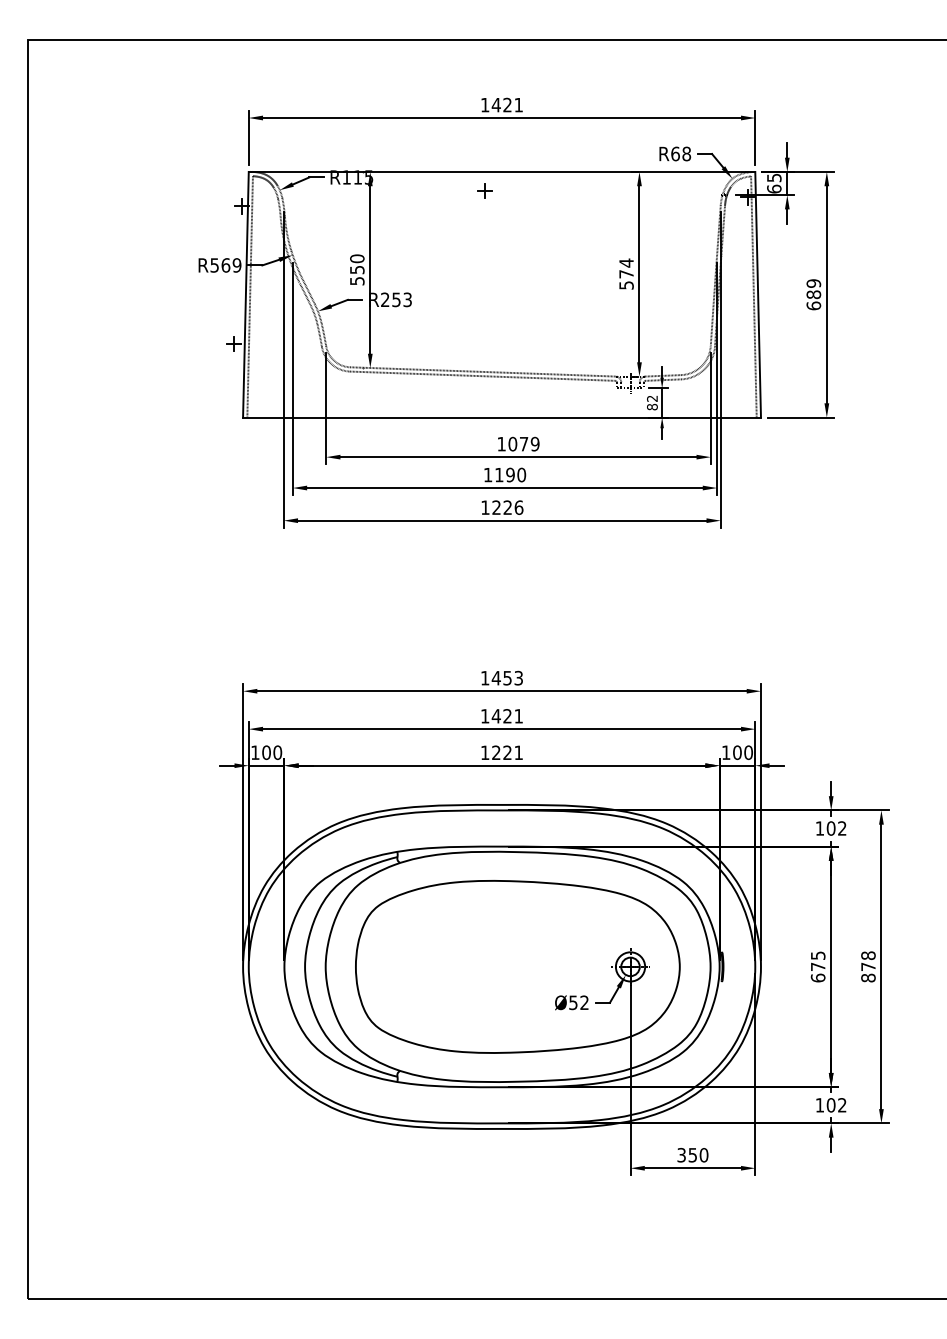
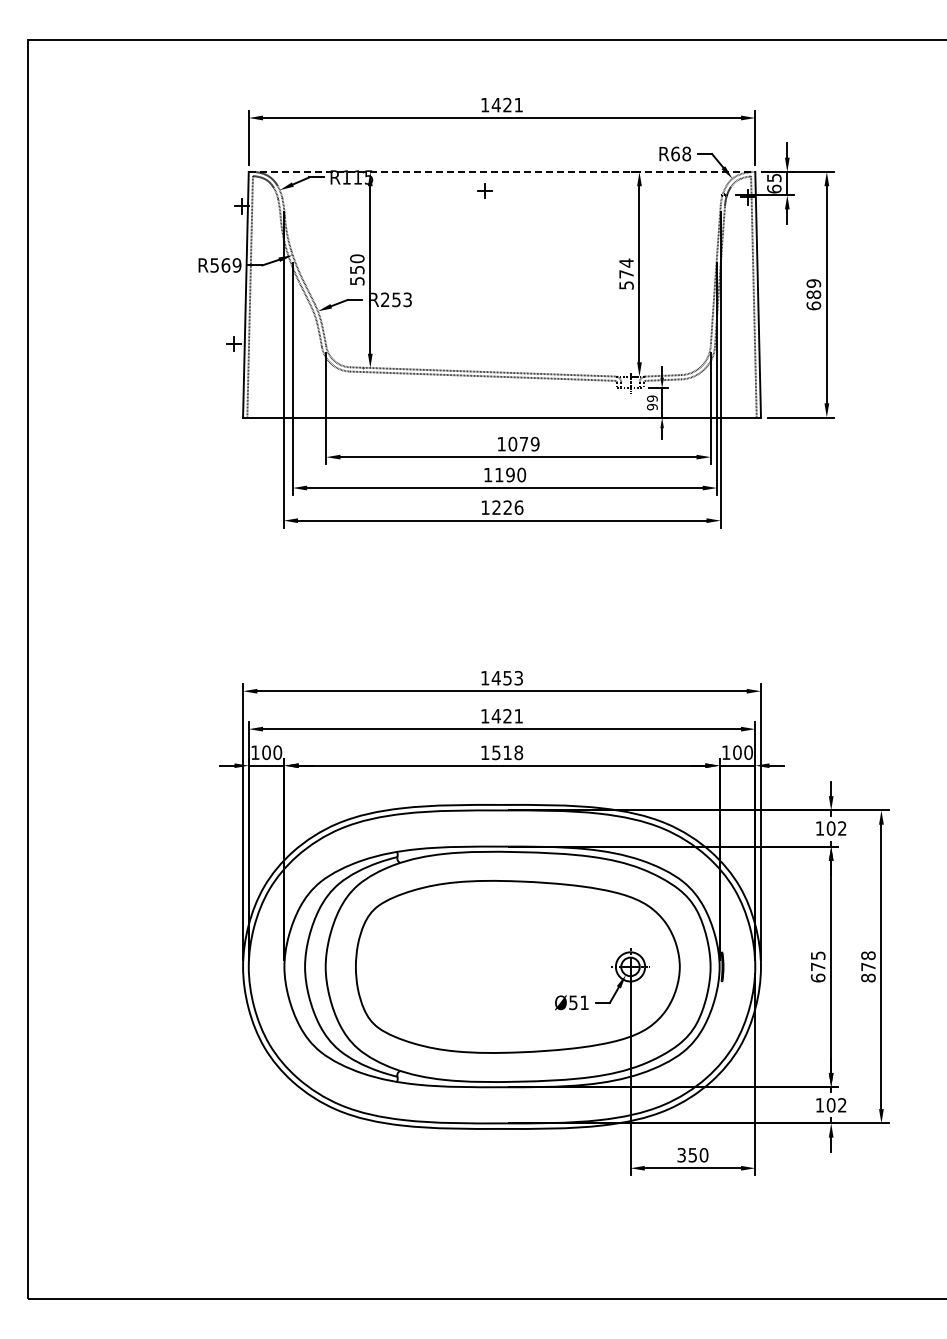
line at (502, 171): solid -> dashed
text at (652, 402): 82 -> 99
text at (507, 752): 1221 -> 1518
text at (584, 1002): Ø52 -> Ø51
